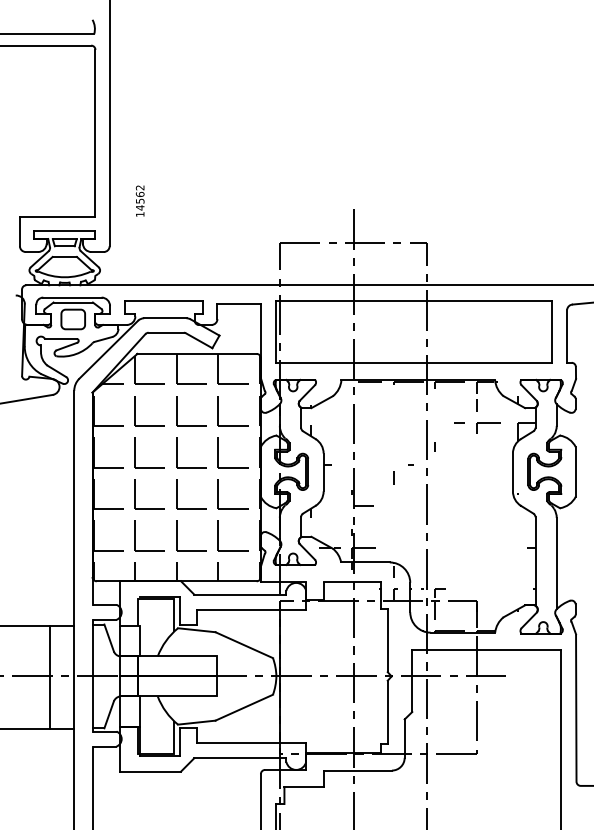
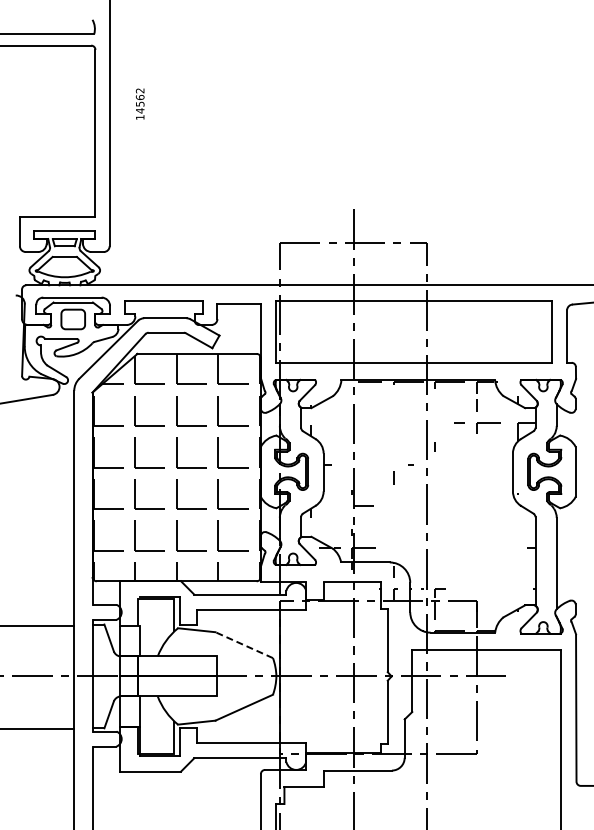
text at (139, 200) position: (139, 200) -> (139, 103)
line at (244, 645): solid -> dashed
line at (49, 676): present -> none
